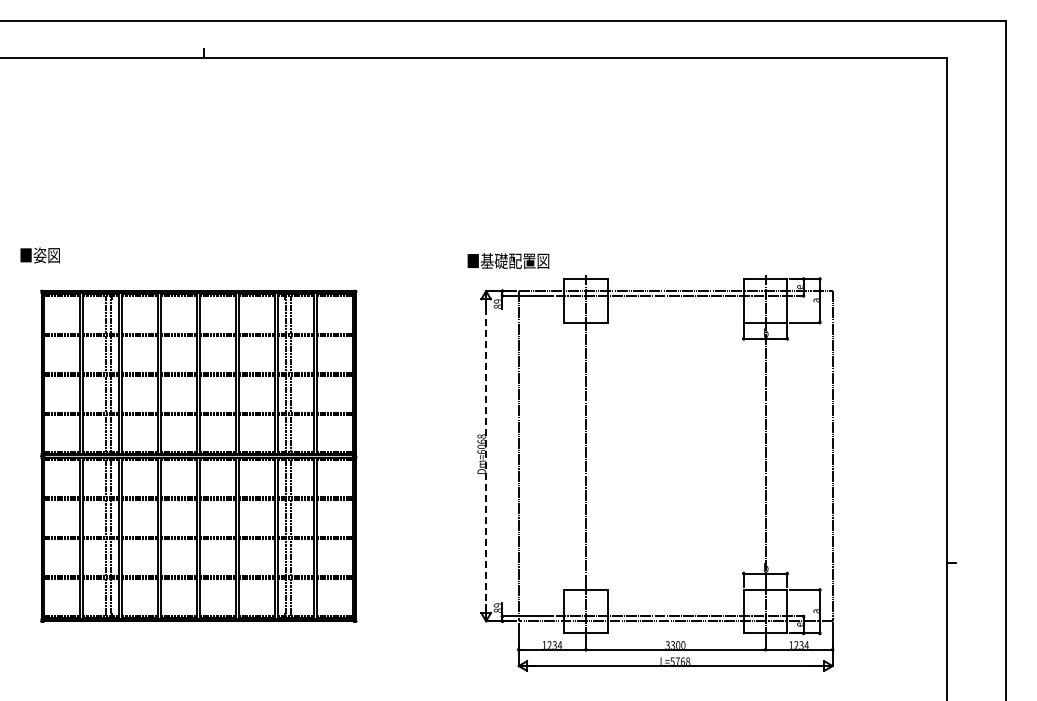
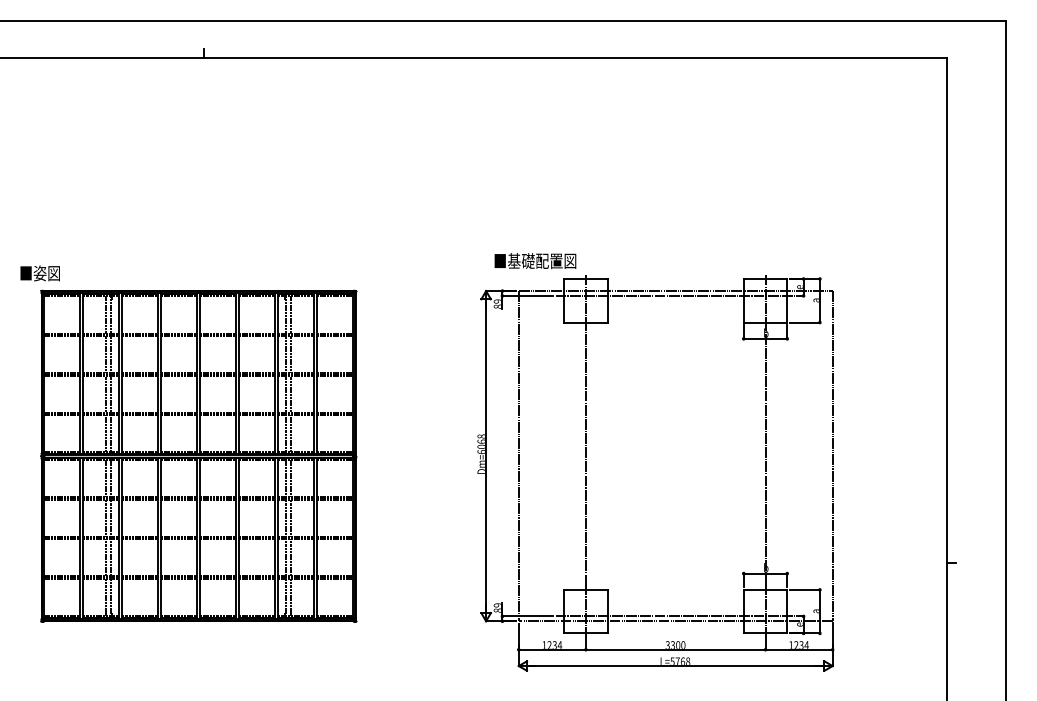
text at (39, 255) position: (39, 255) -> (39, 273)
text at (508, 261) position: (508, 261) -> (535, 261)
line at (486, 456): dashed -> solid
